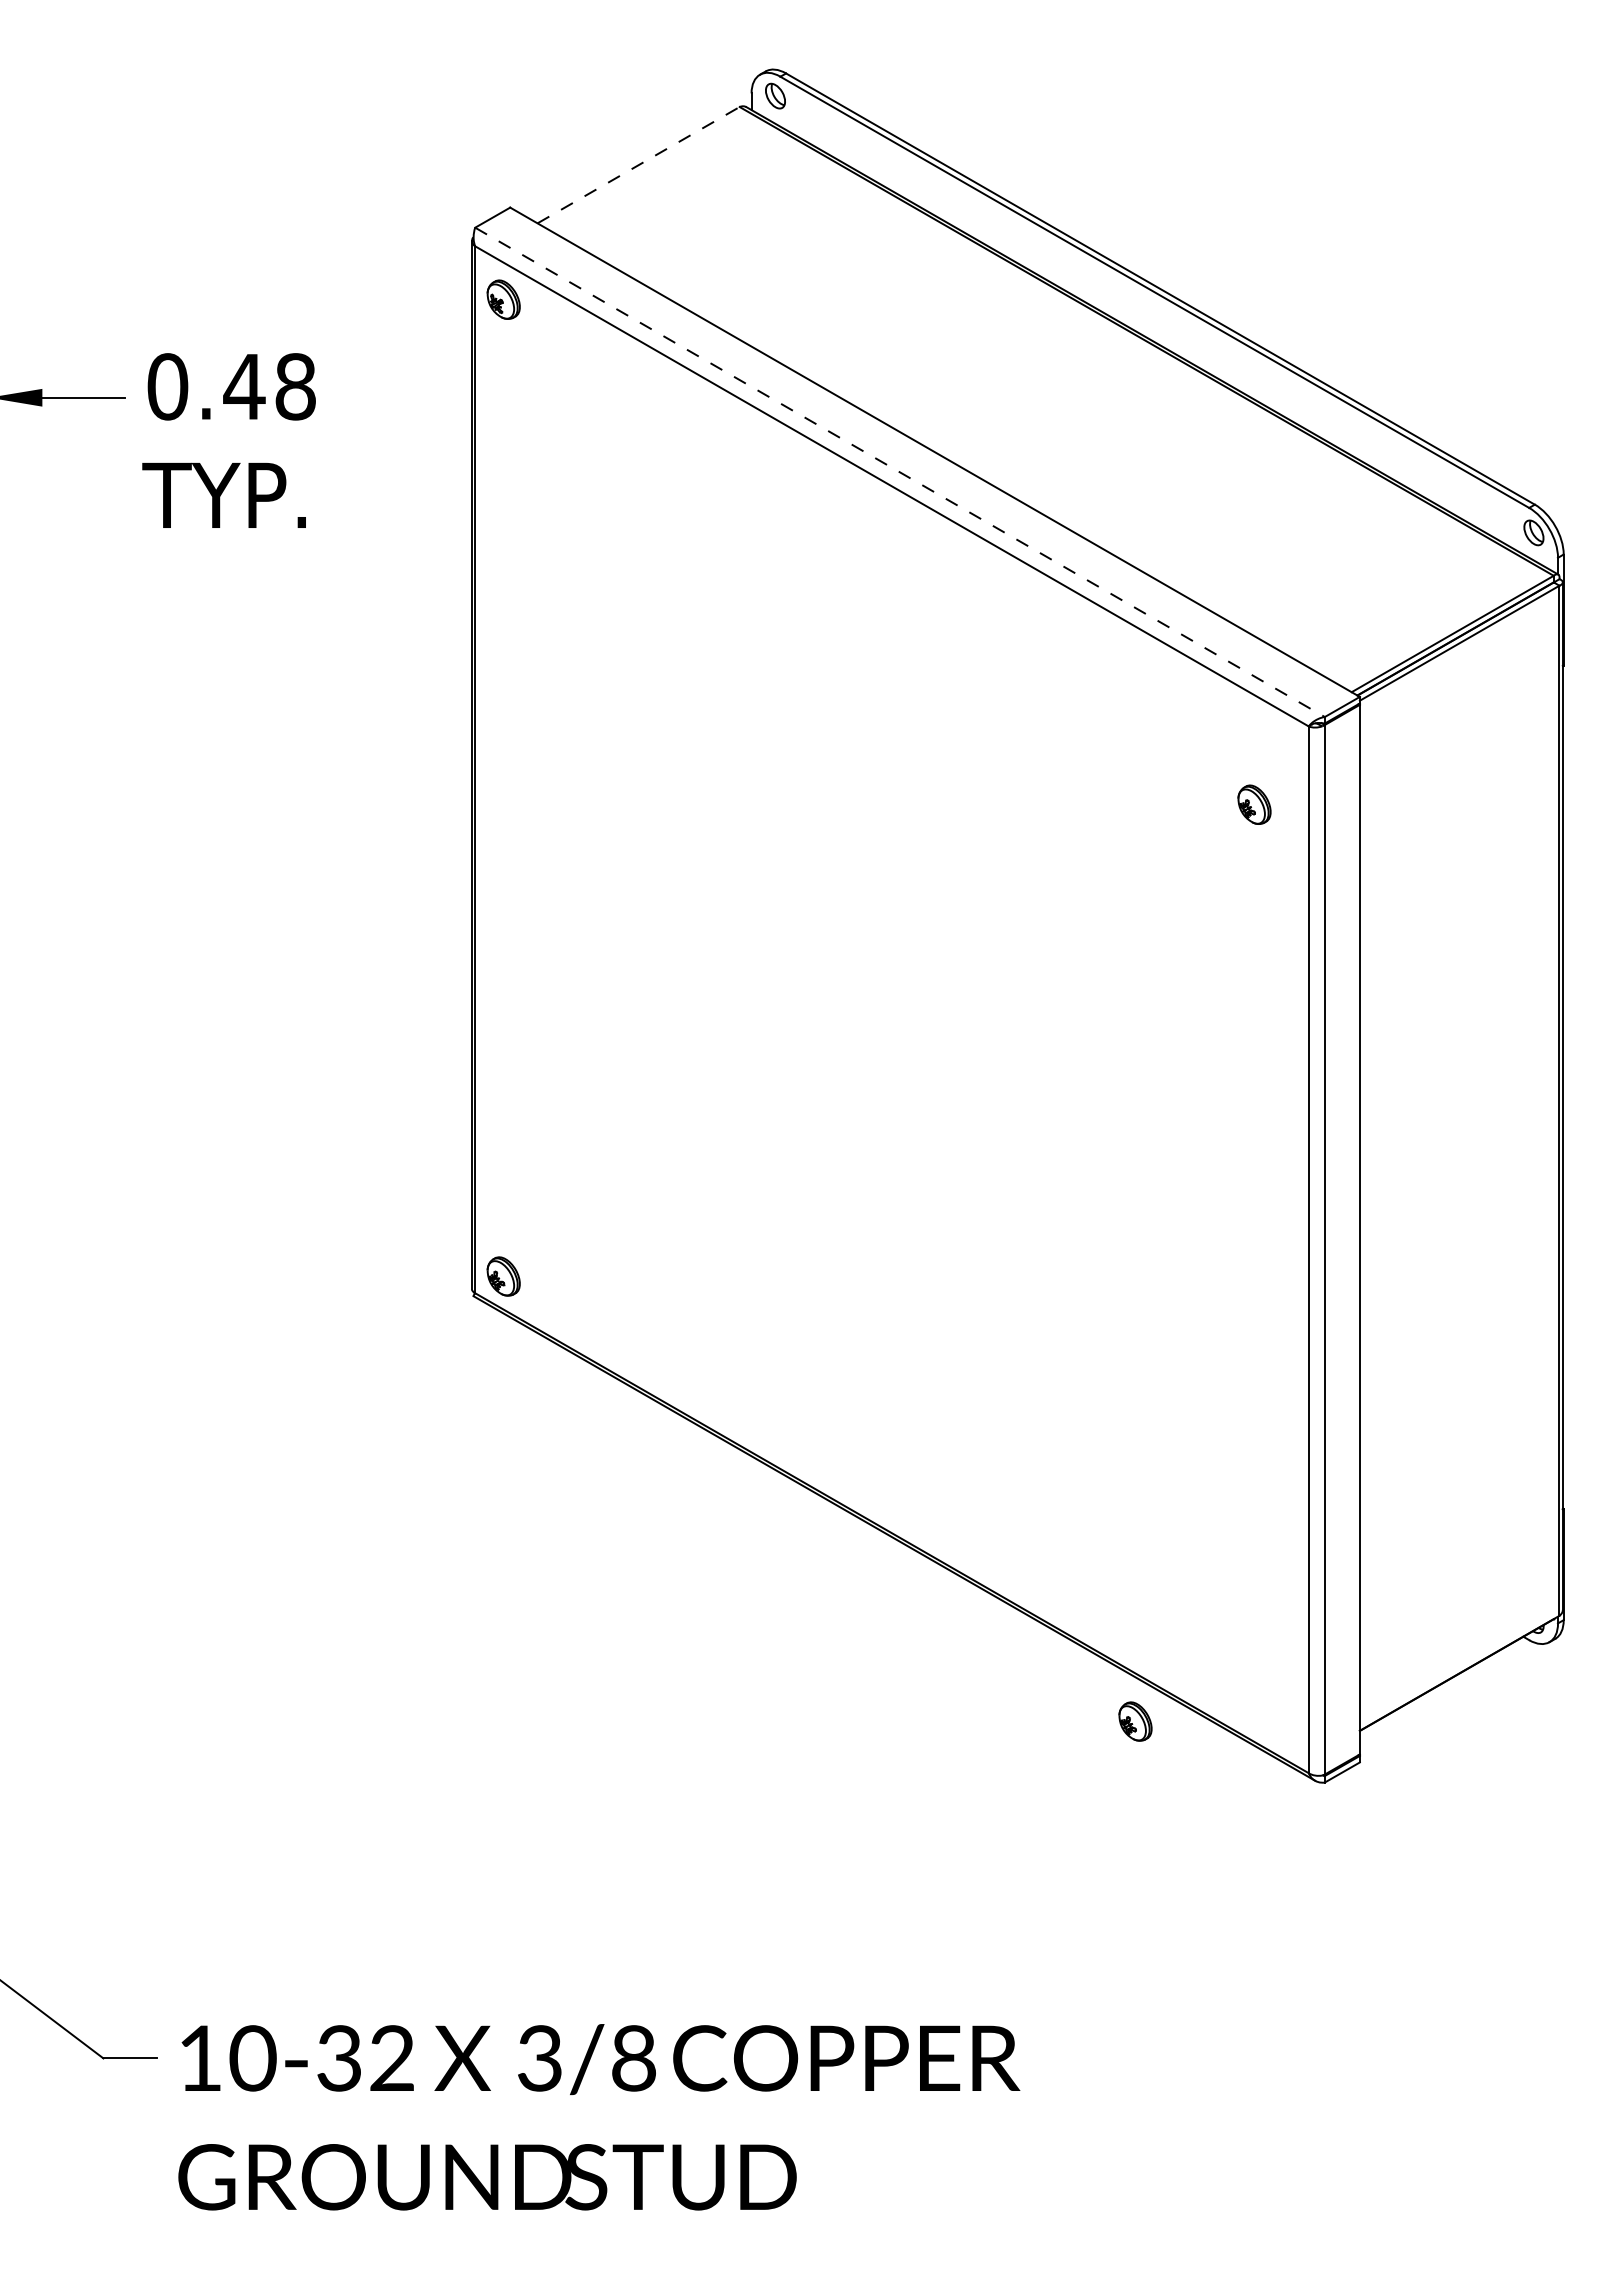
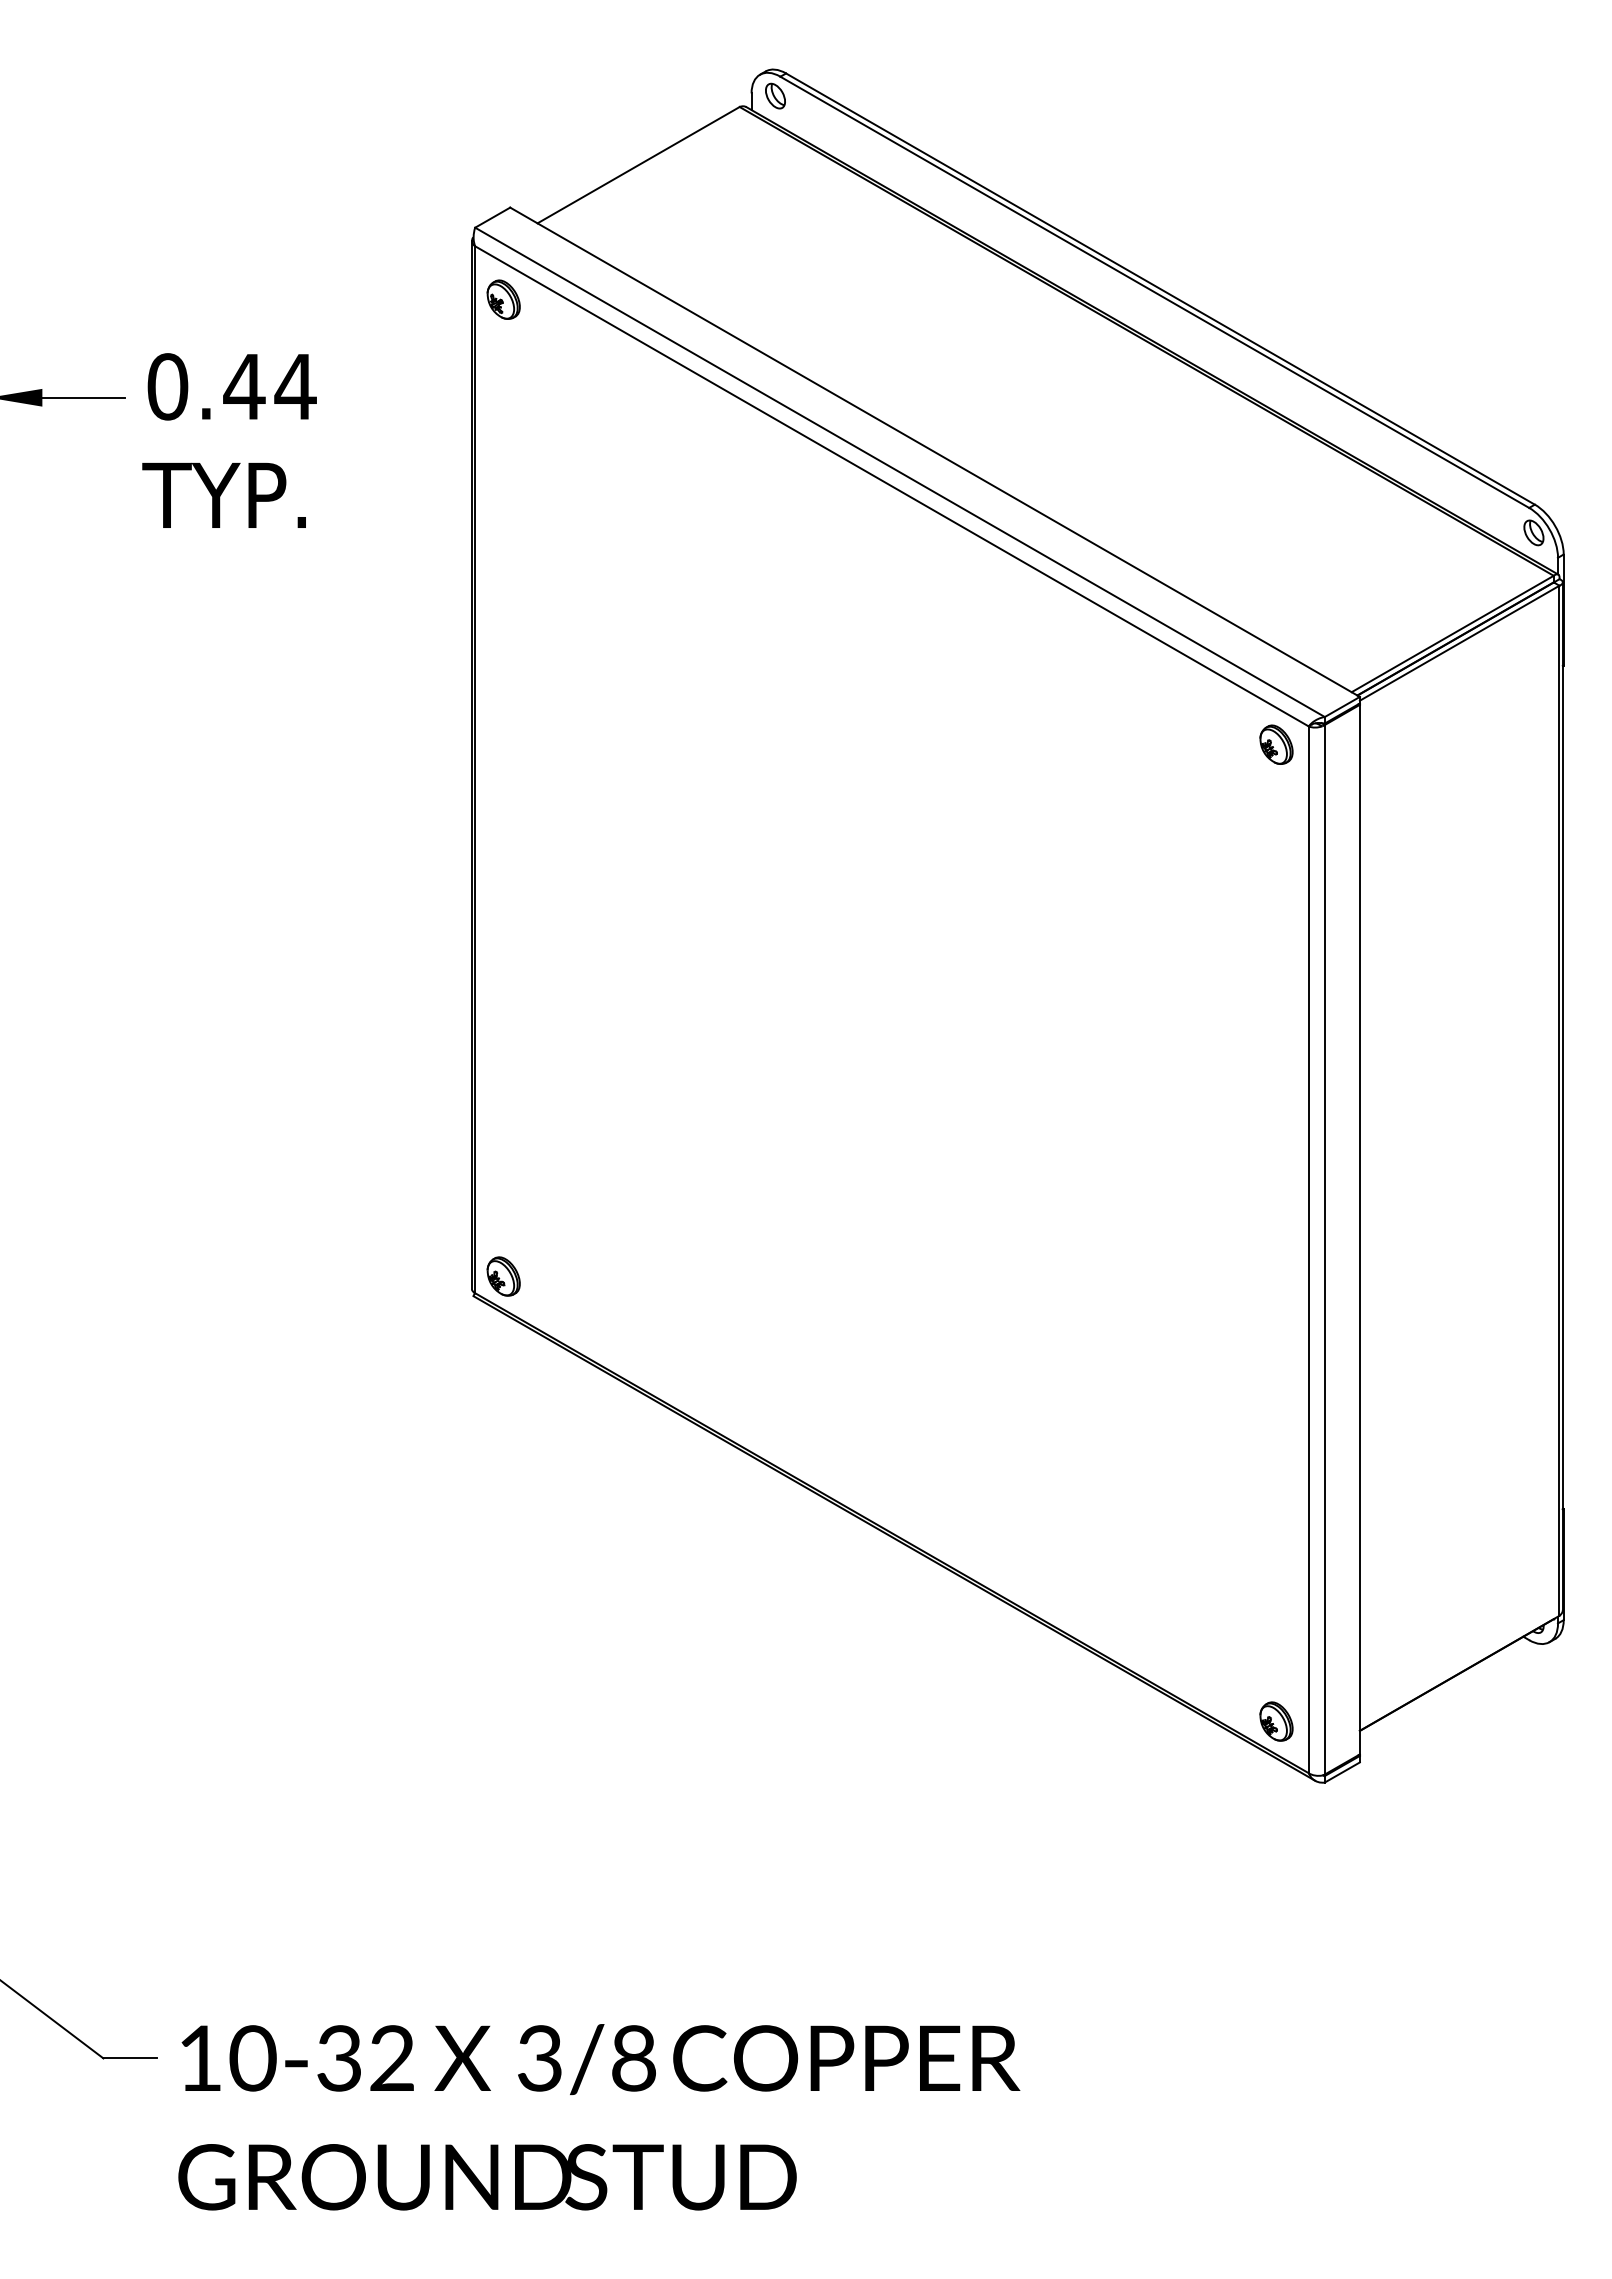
line at (638, 165): dashed -> solid
text at (295, 386): 0.48 -> 0.44
line at (900, 472): dashed -> solid
part at (1254, 804) position: (1254, 804) -> (1276, 744)
part at (1135, 1721) position: (1135, 1721) -> (1276, 1721)
